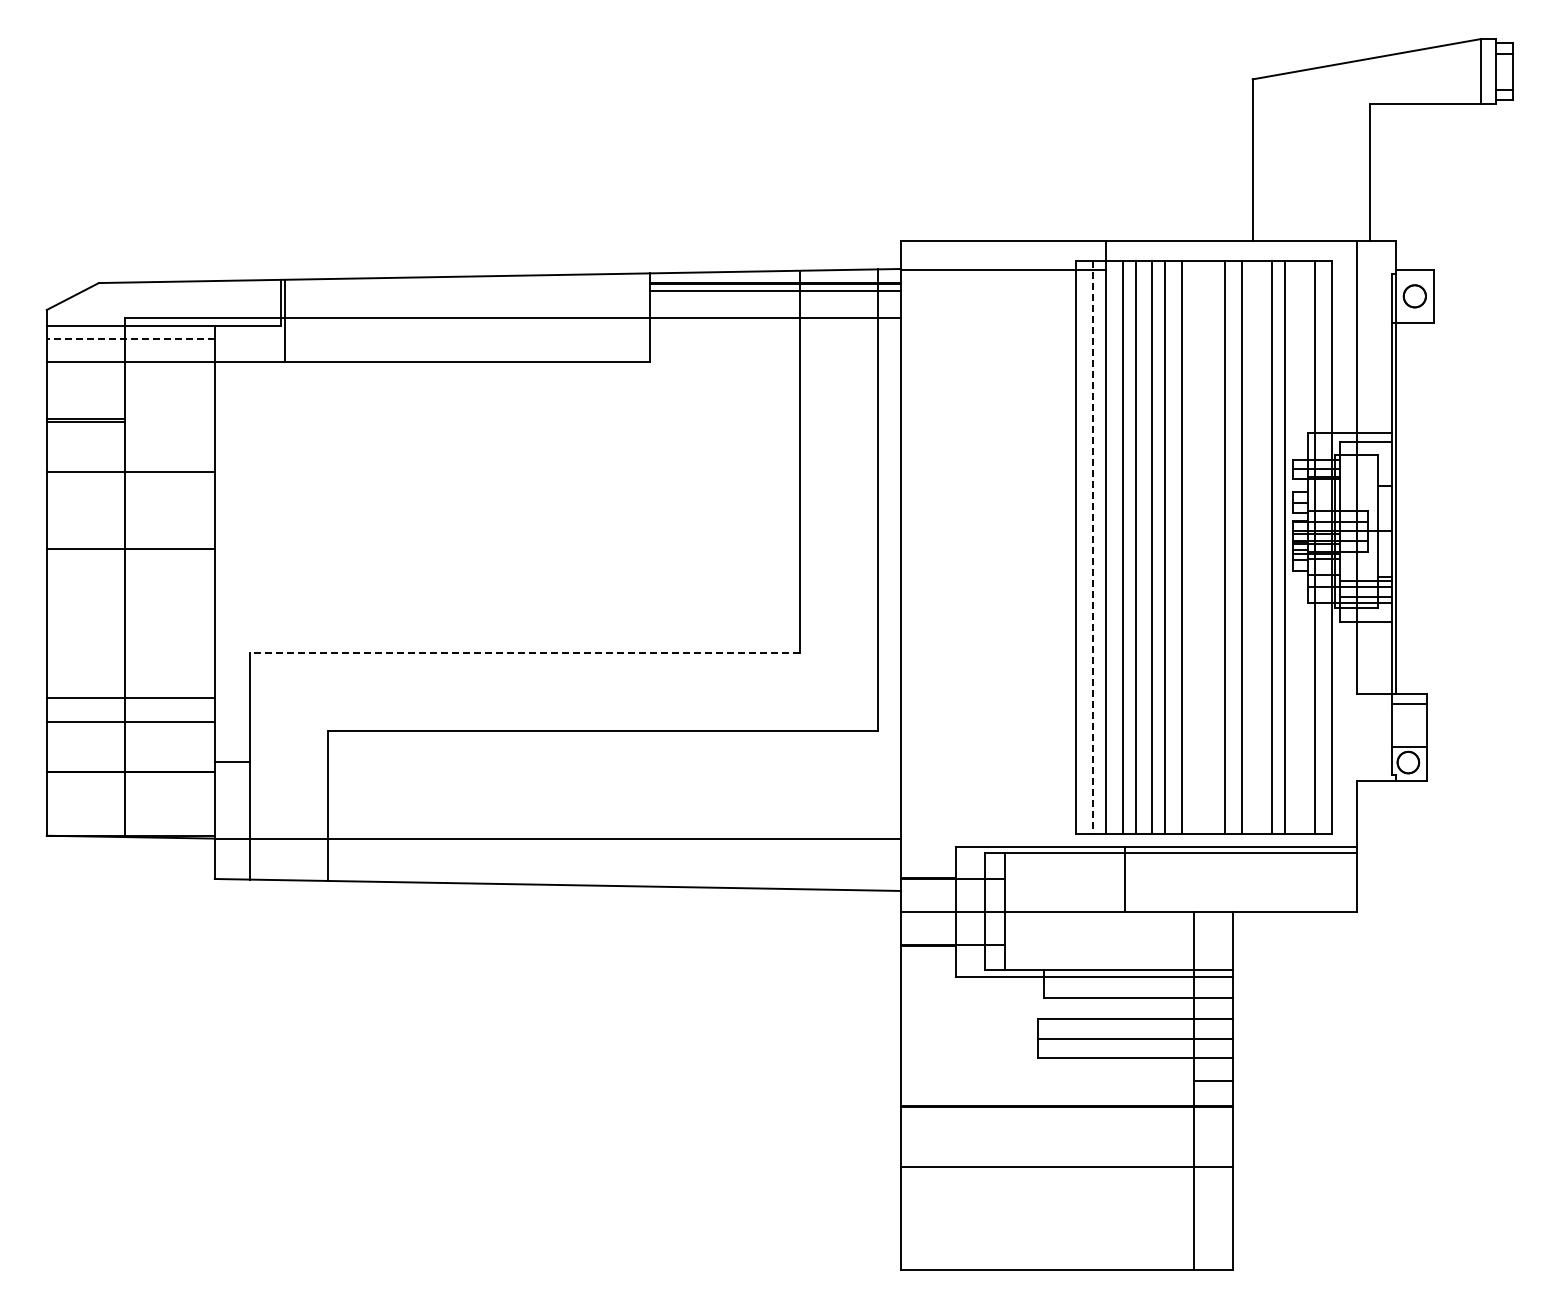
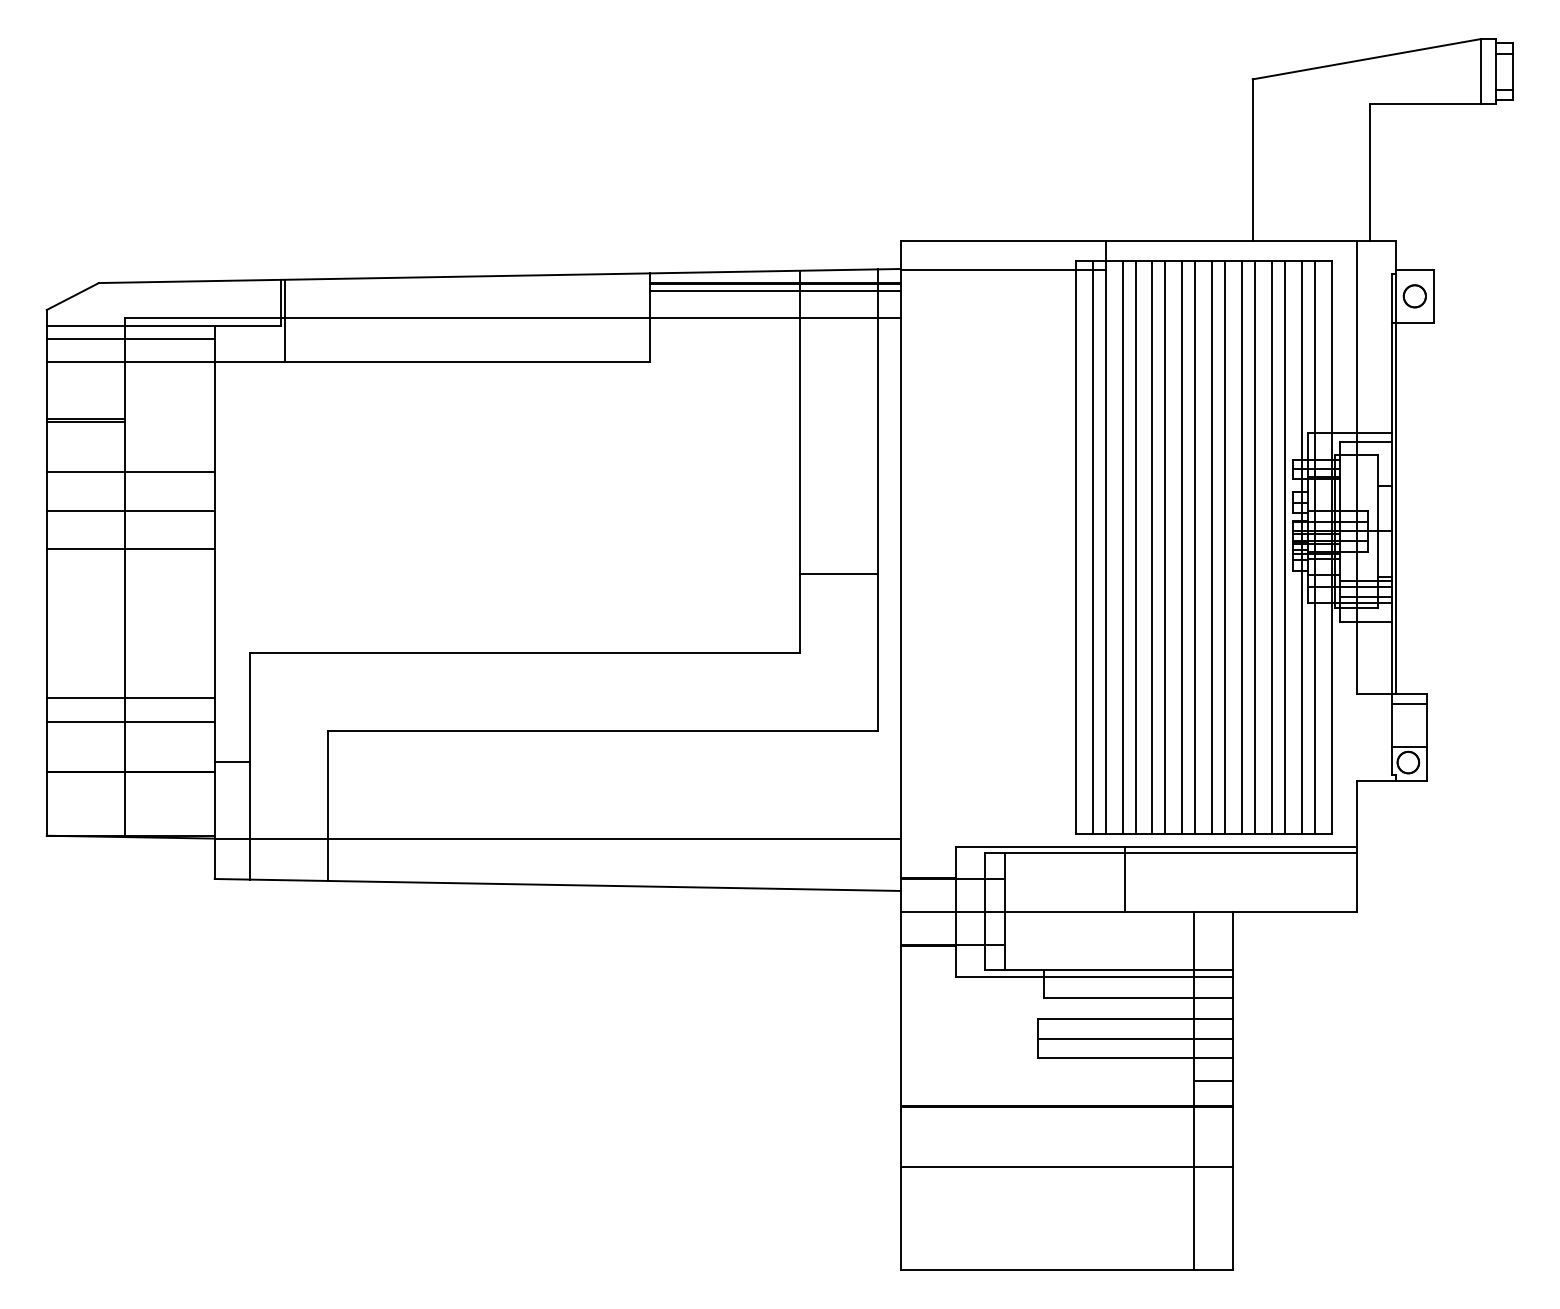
line at (130, 338): dashed -> solid
line at (130, 510): none -> present
line at (1195, 546): none -> present
line at (1212, 546): none -> present
line at (1255, 546): none -> present
line at (1302, 546): none -> present
line at (1092, 547): dashed -> solid
line at (838, 574): none -> present
line at (524, 652): dashed -> solid
